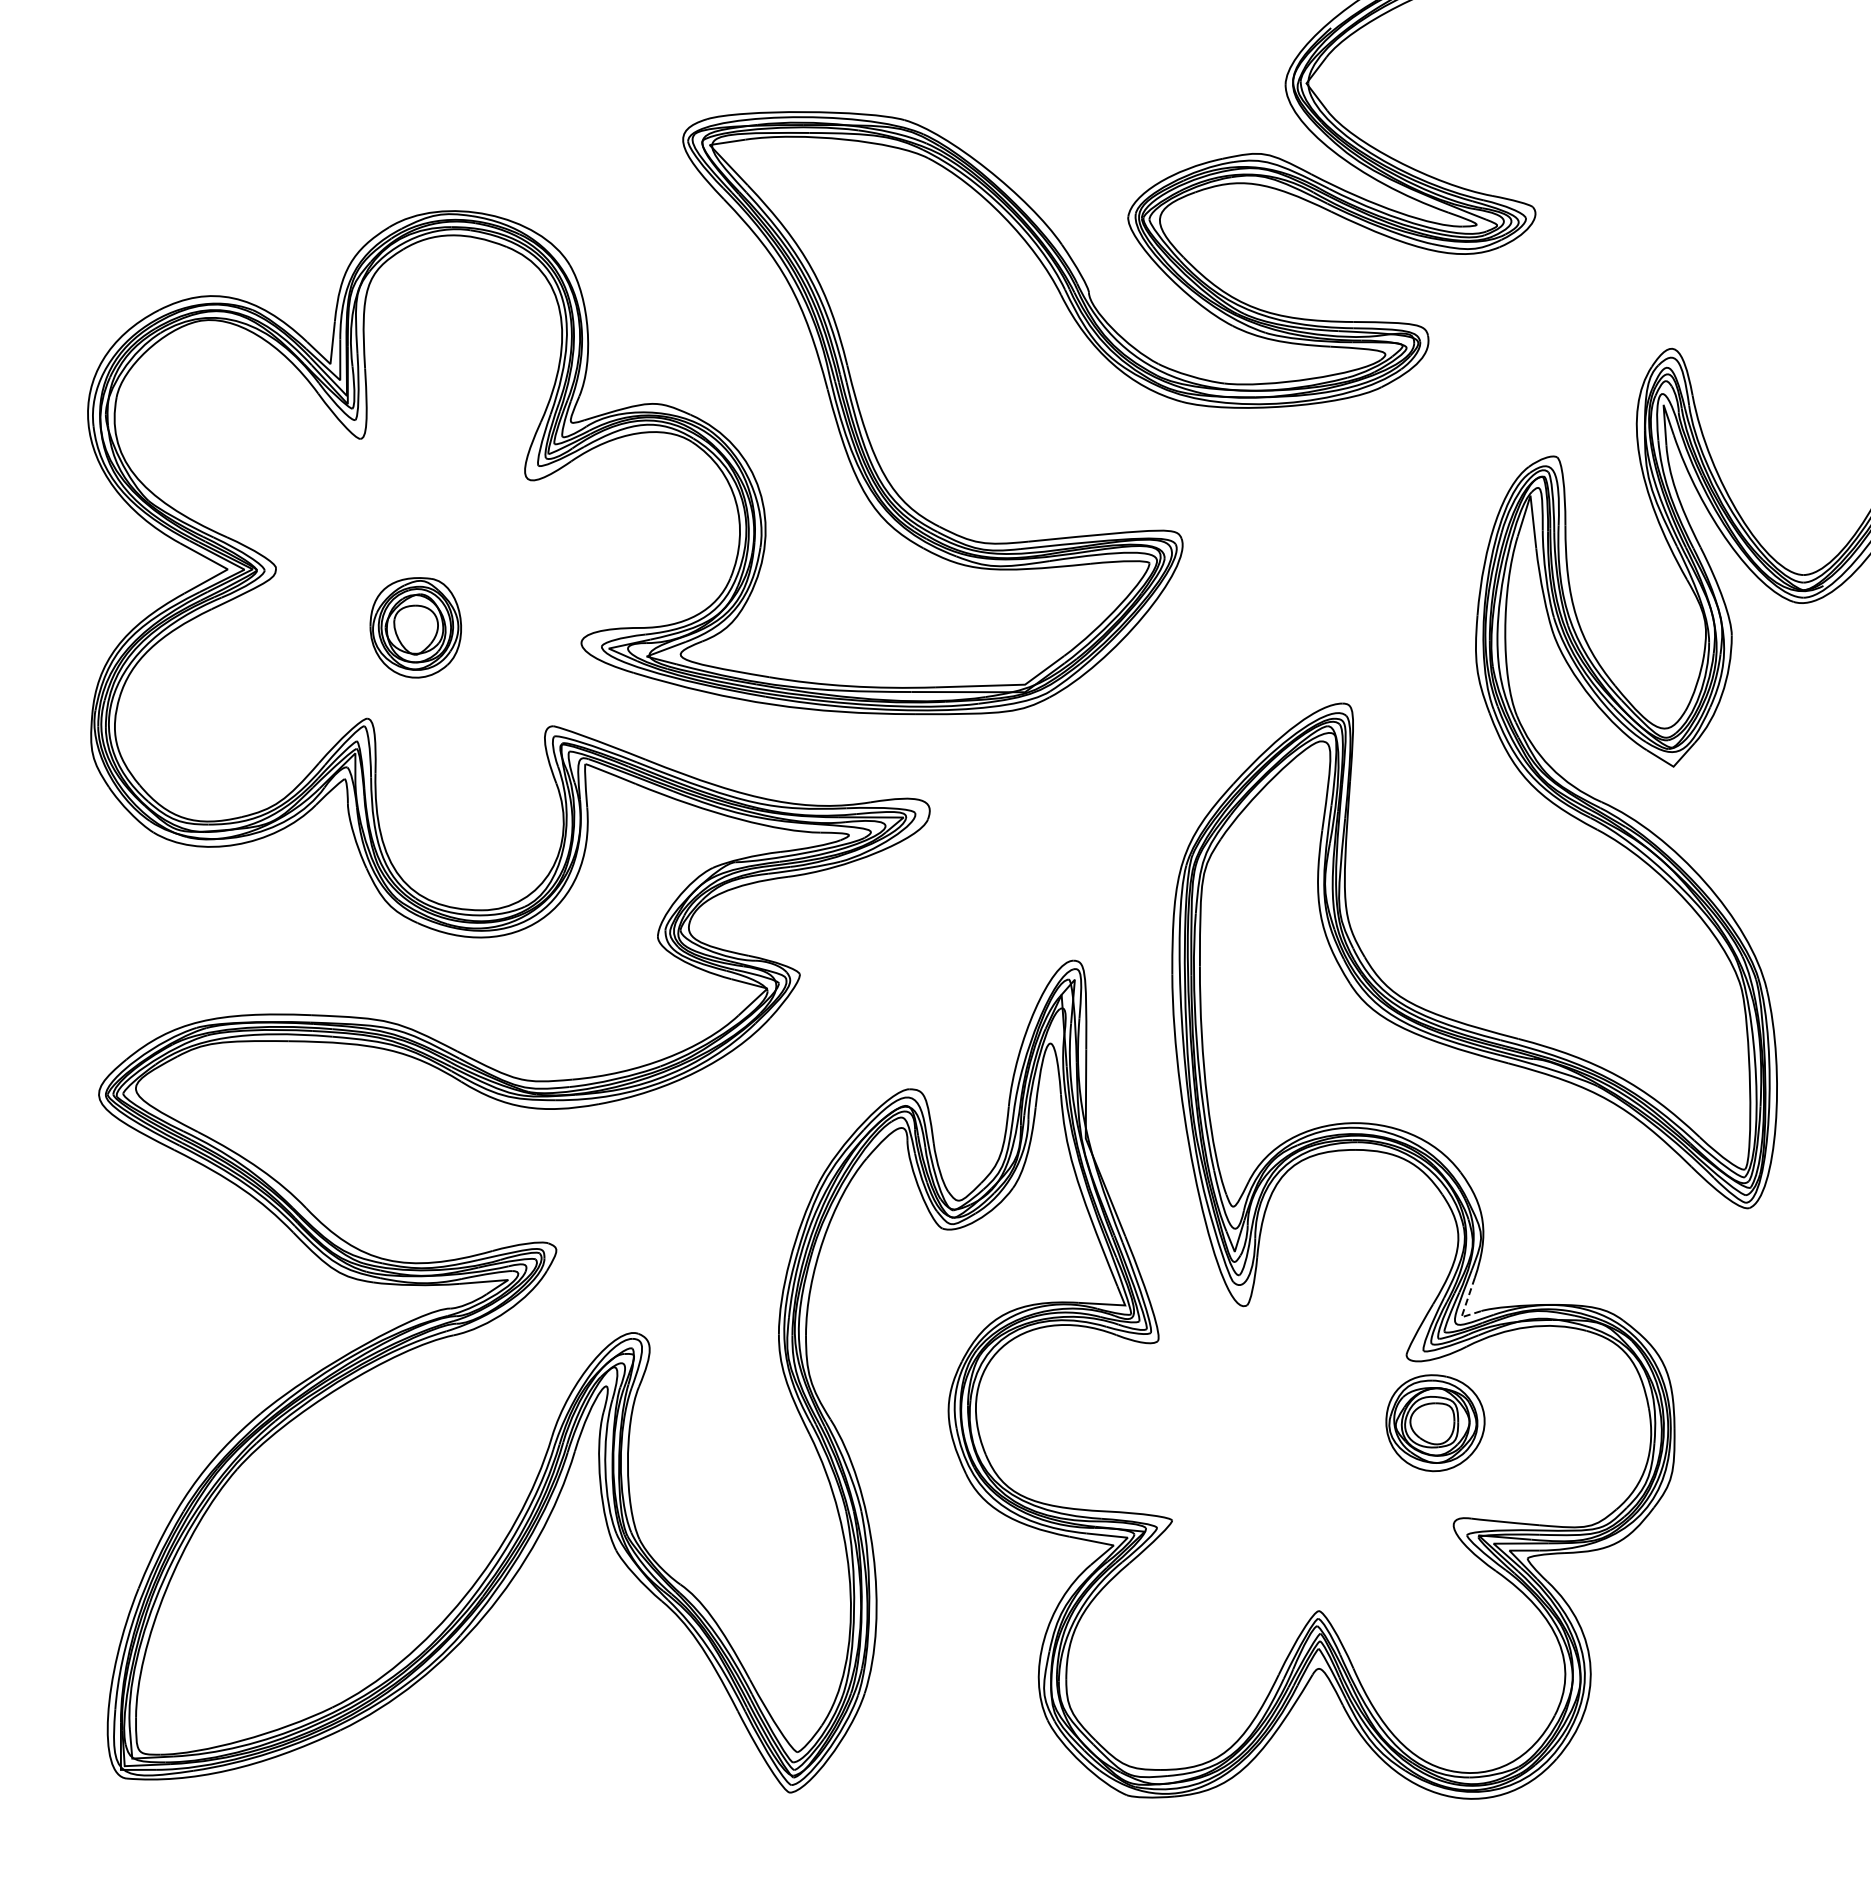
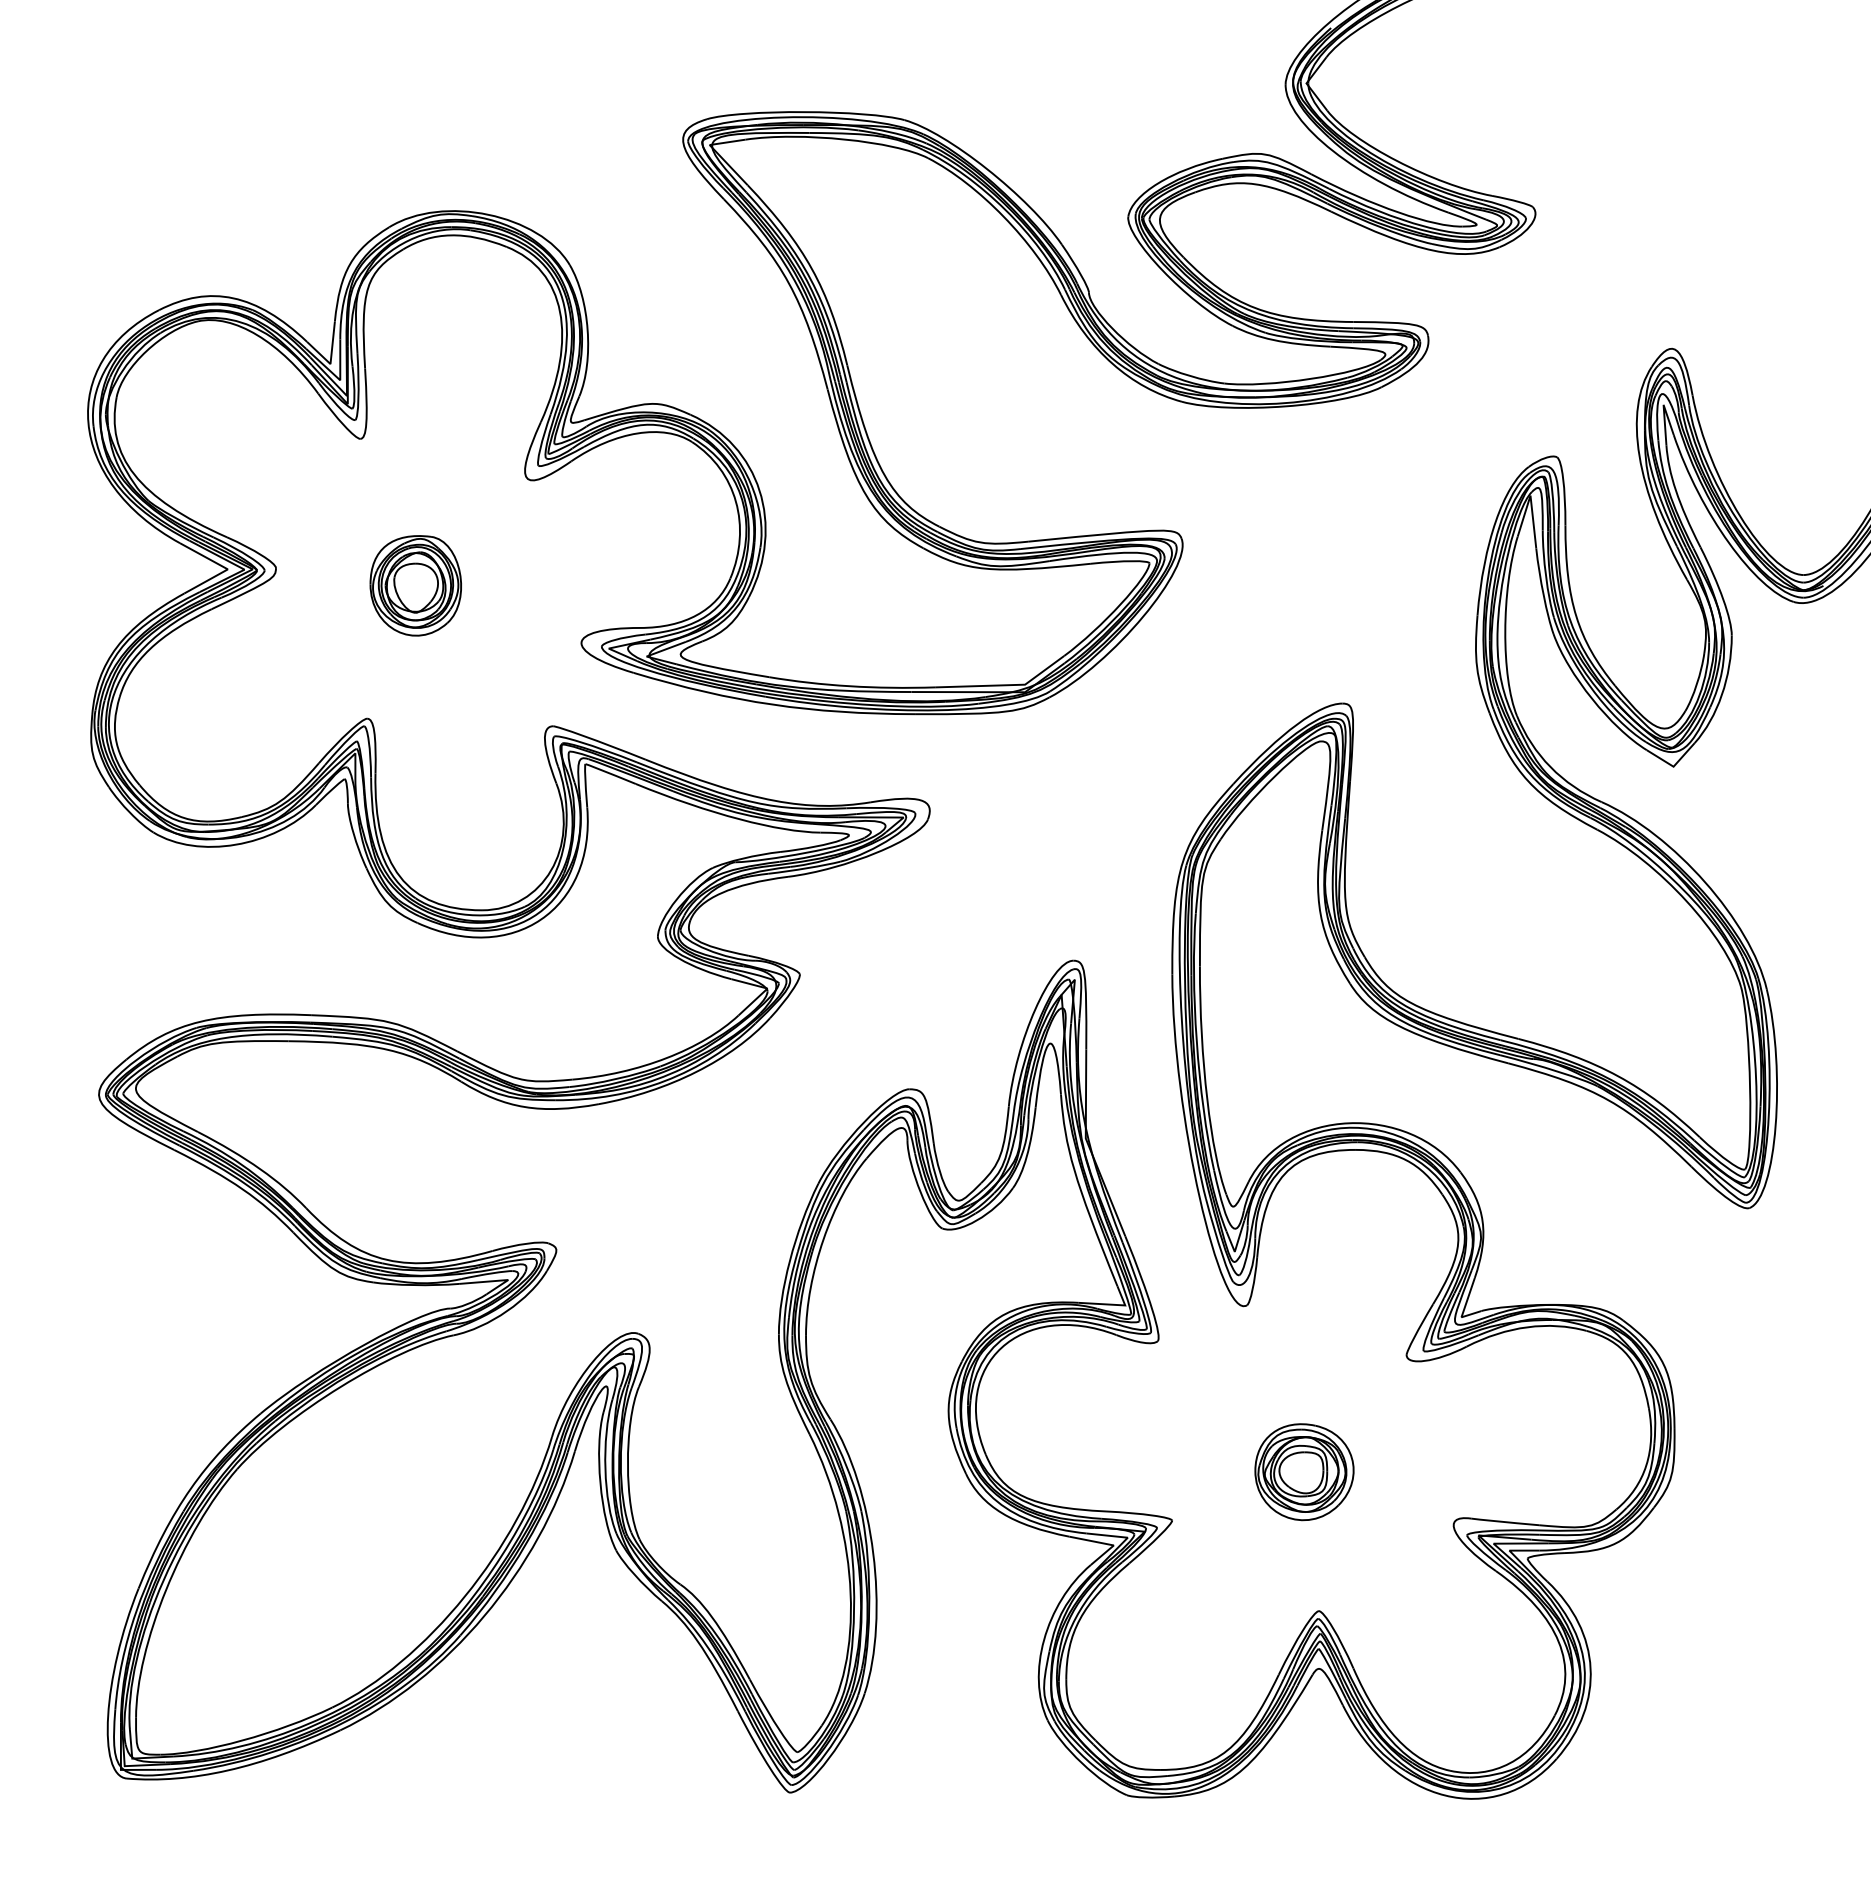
part at (415, 627) position: (415, 627) -> (415, 585)
line at (1464, 1307): dashed -> solid
part at (1435, 1423) position: (1435, 1423) -> (1304, 1472)
